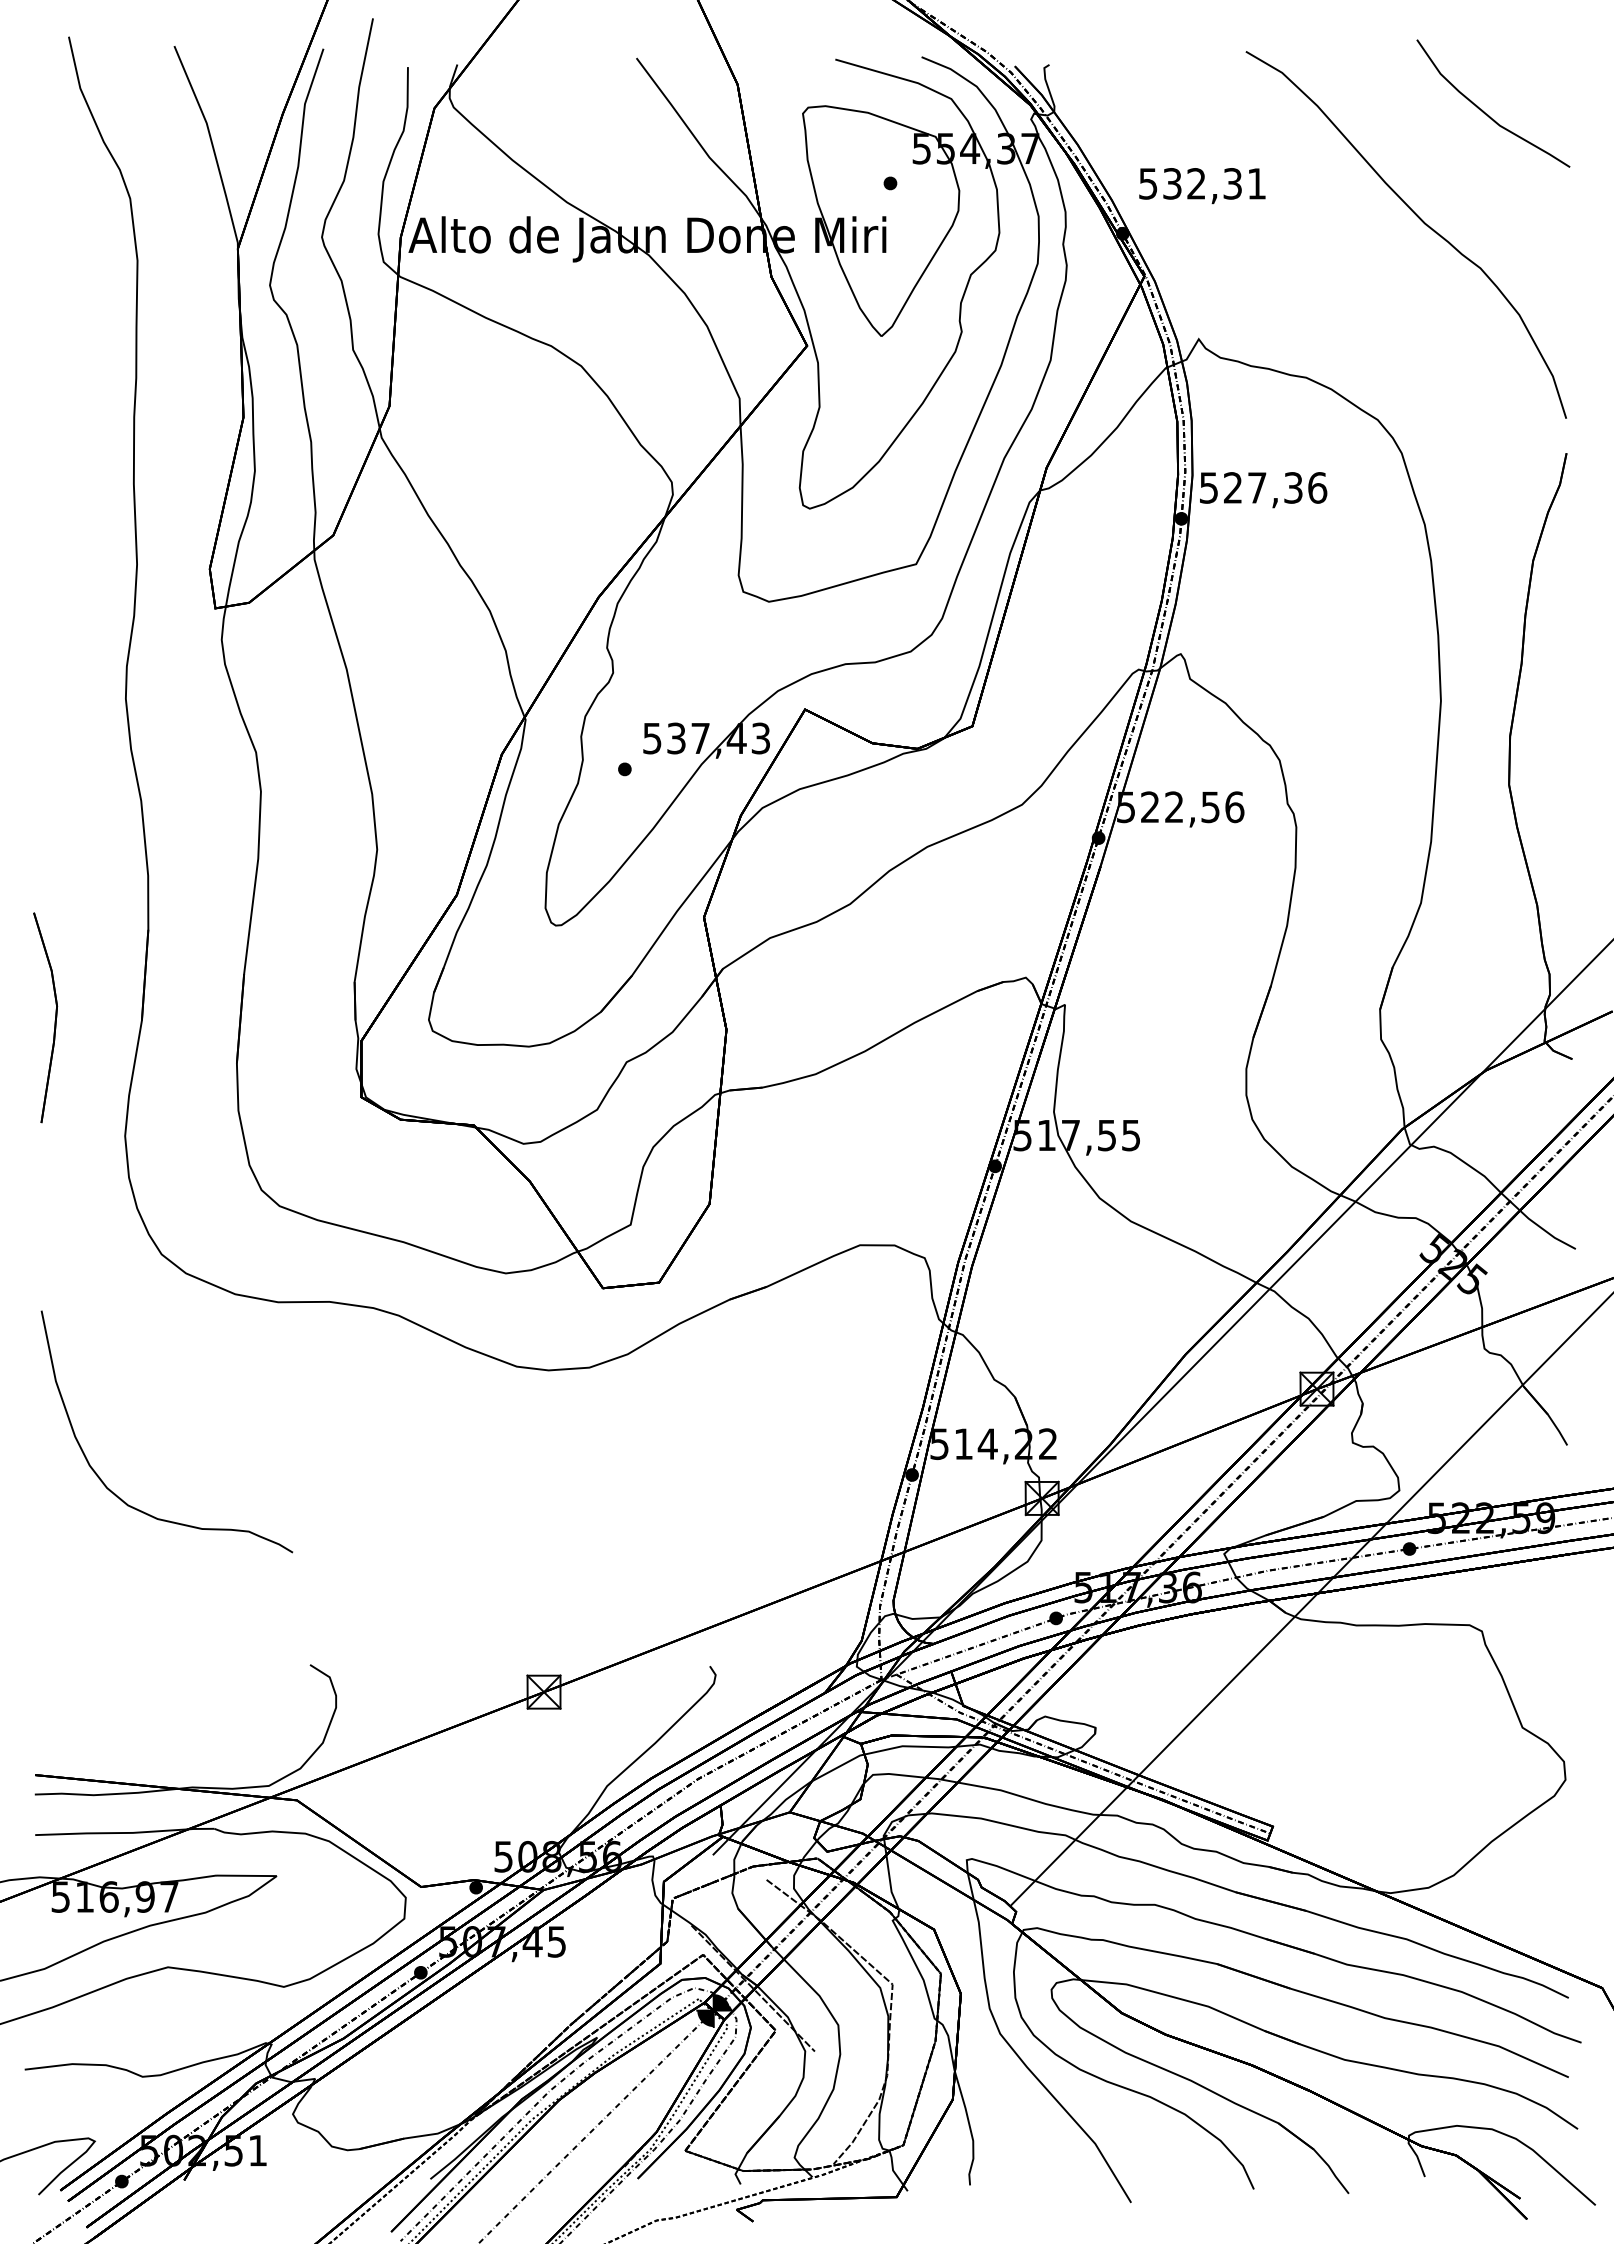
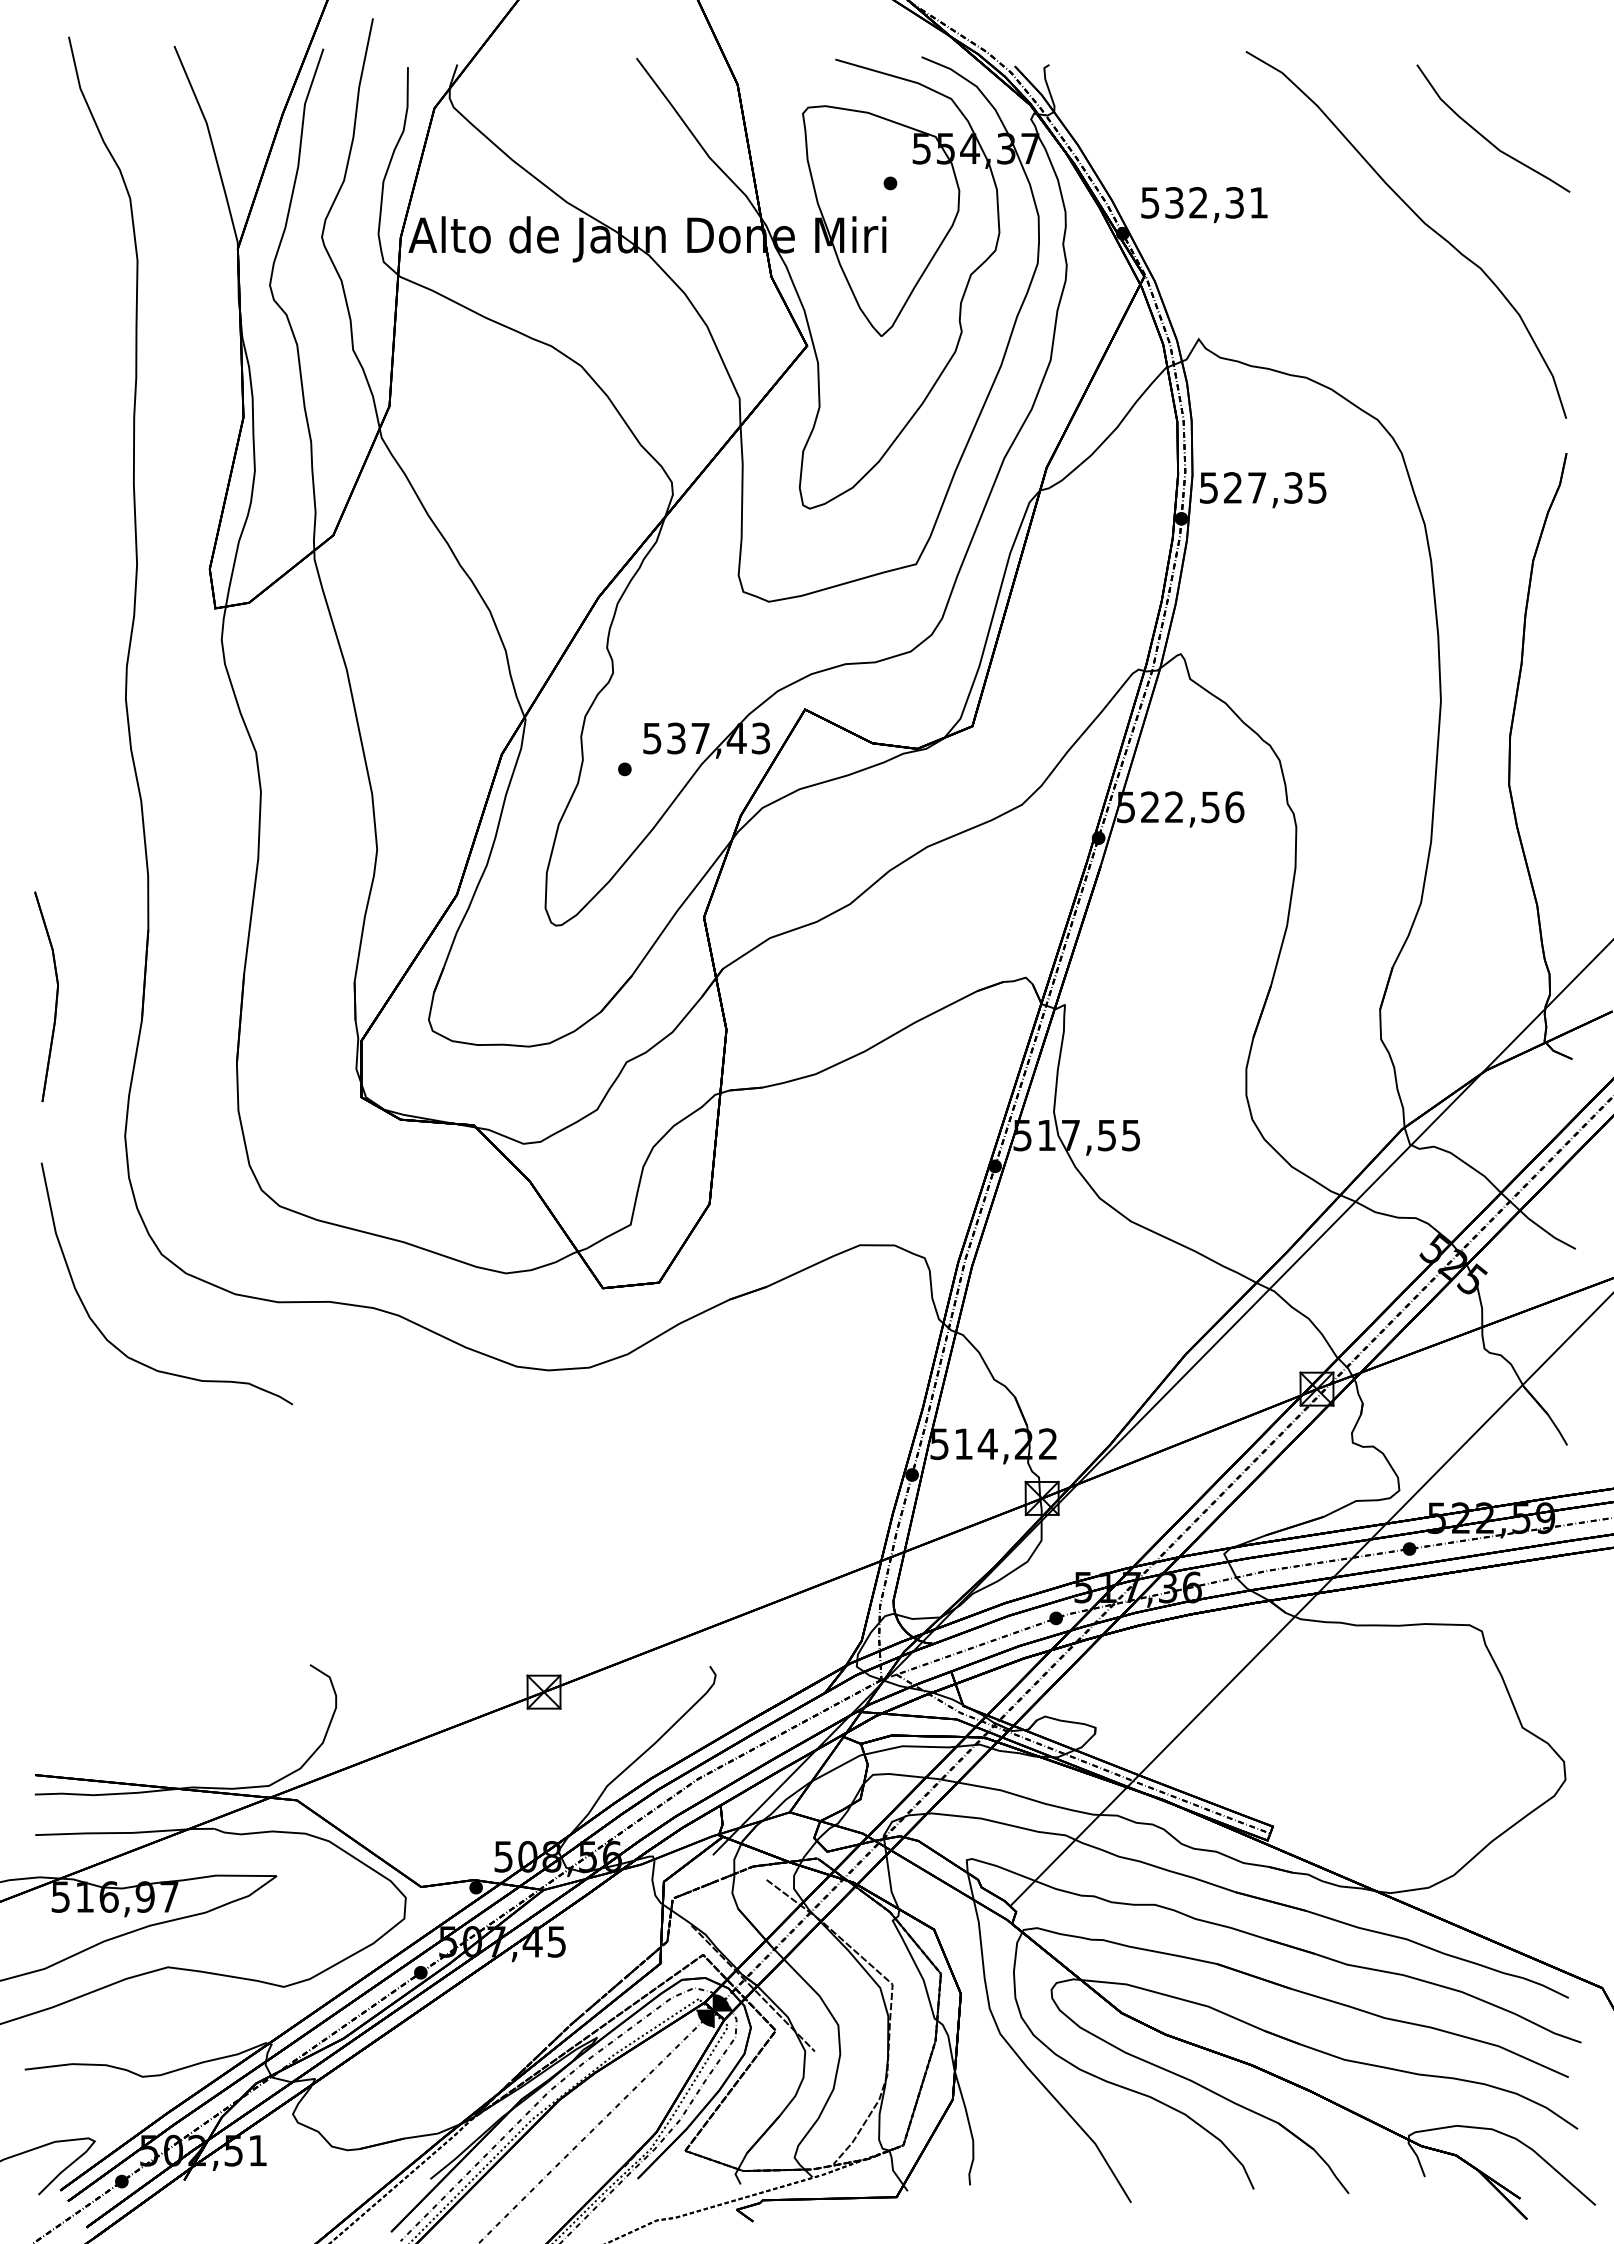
curve at (1484, 111) position: (1484, 111) -> (1484, 136)
text at (1202, 186) position: (1202, 186) -> (1204, 205)
text at (1317, 487): 527,36 -> 527,35
part at (54, 1020) position: (54, 1020) -> (55, 999)
curve at (114, 1492) position: (114, 1492) -> (114, 1344)
